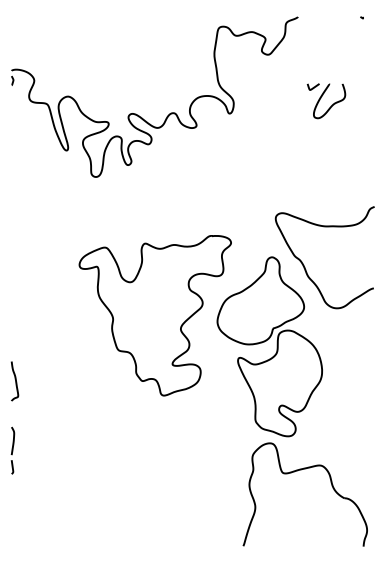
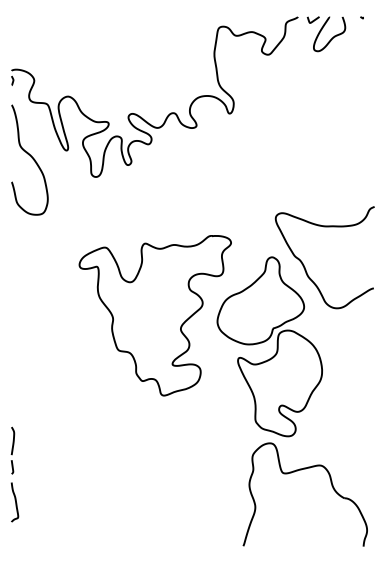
part at (326, 101) position: (326, 101) -> (326, 34)
curve at (31, 157): none -> present
curve at (15, 381) position: (15, 381) -> (15, 502)
